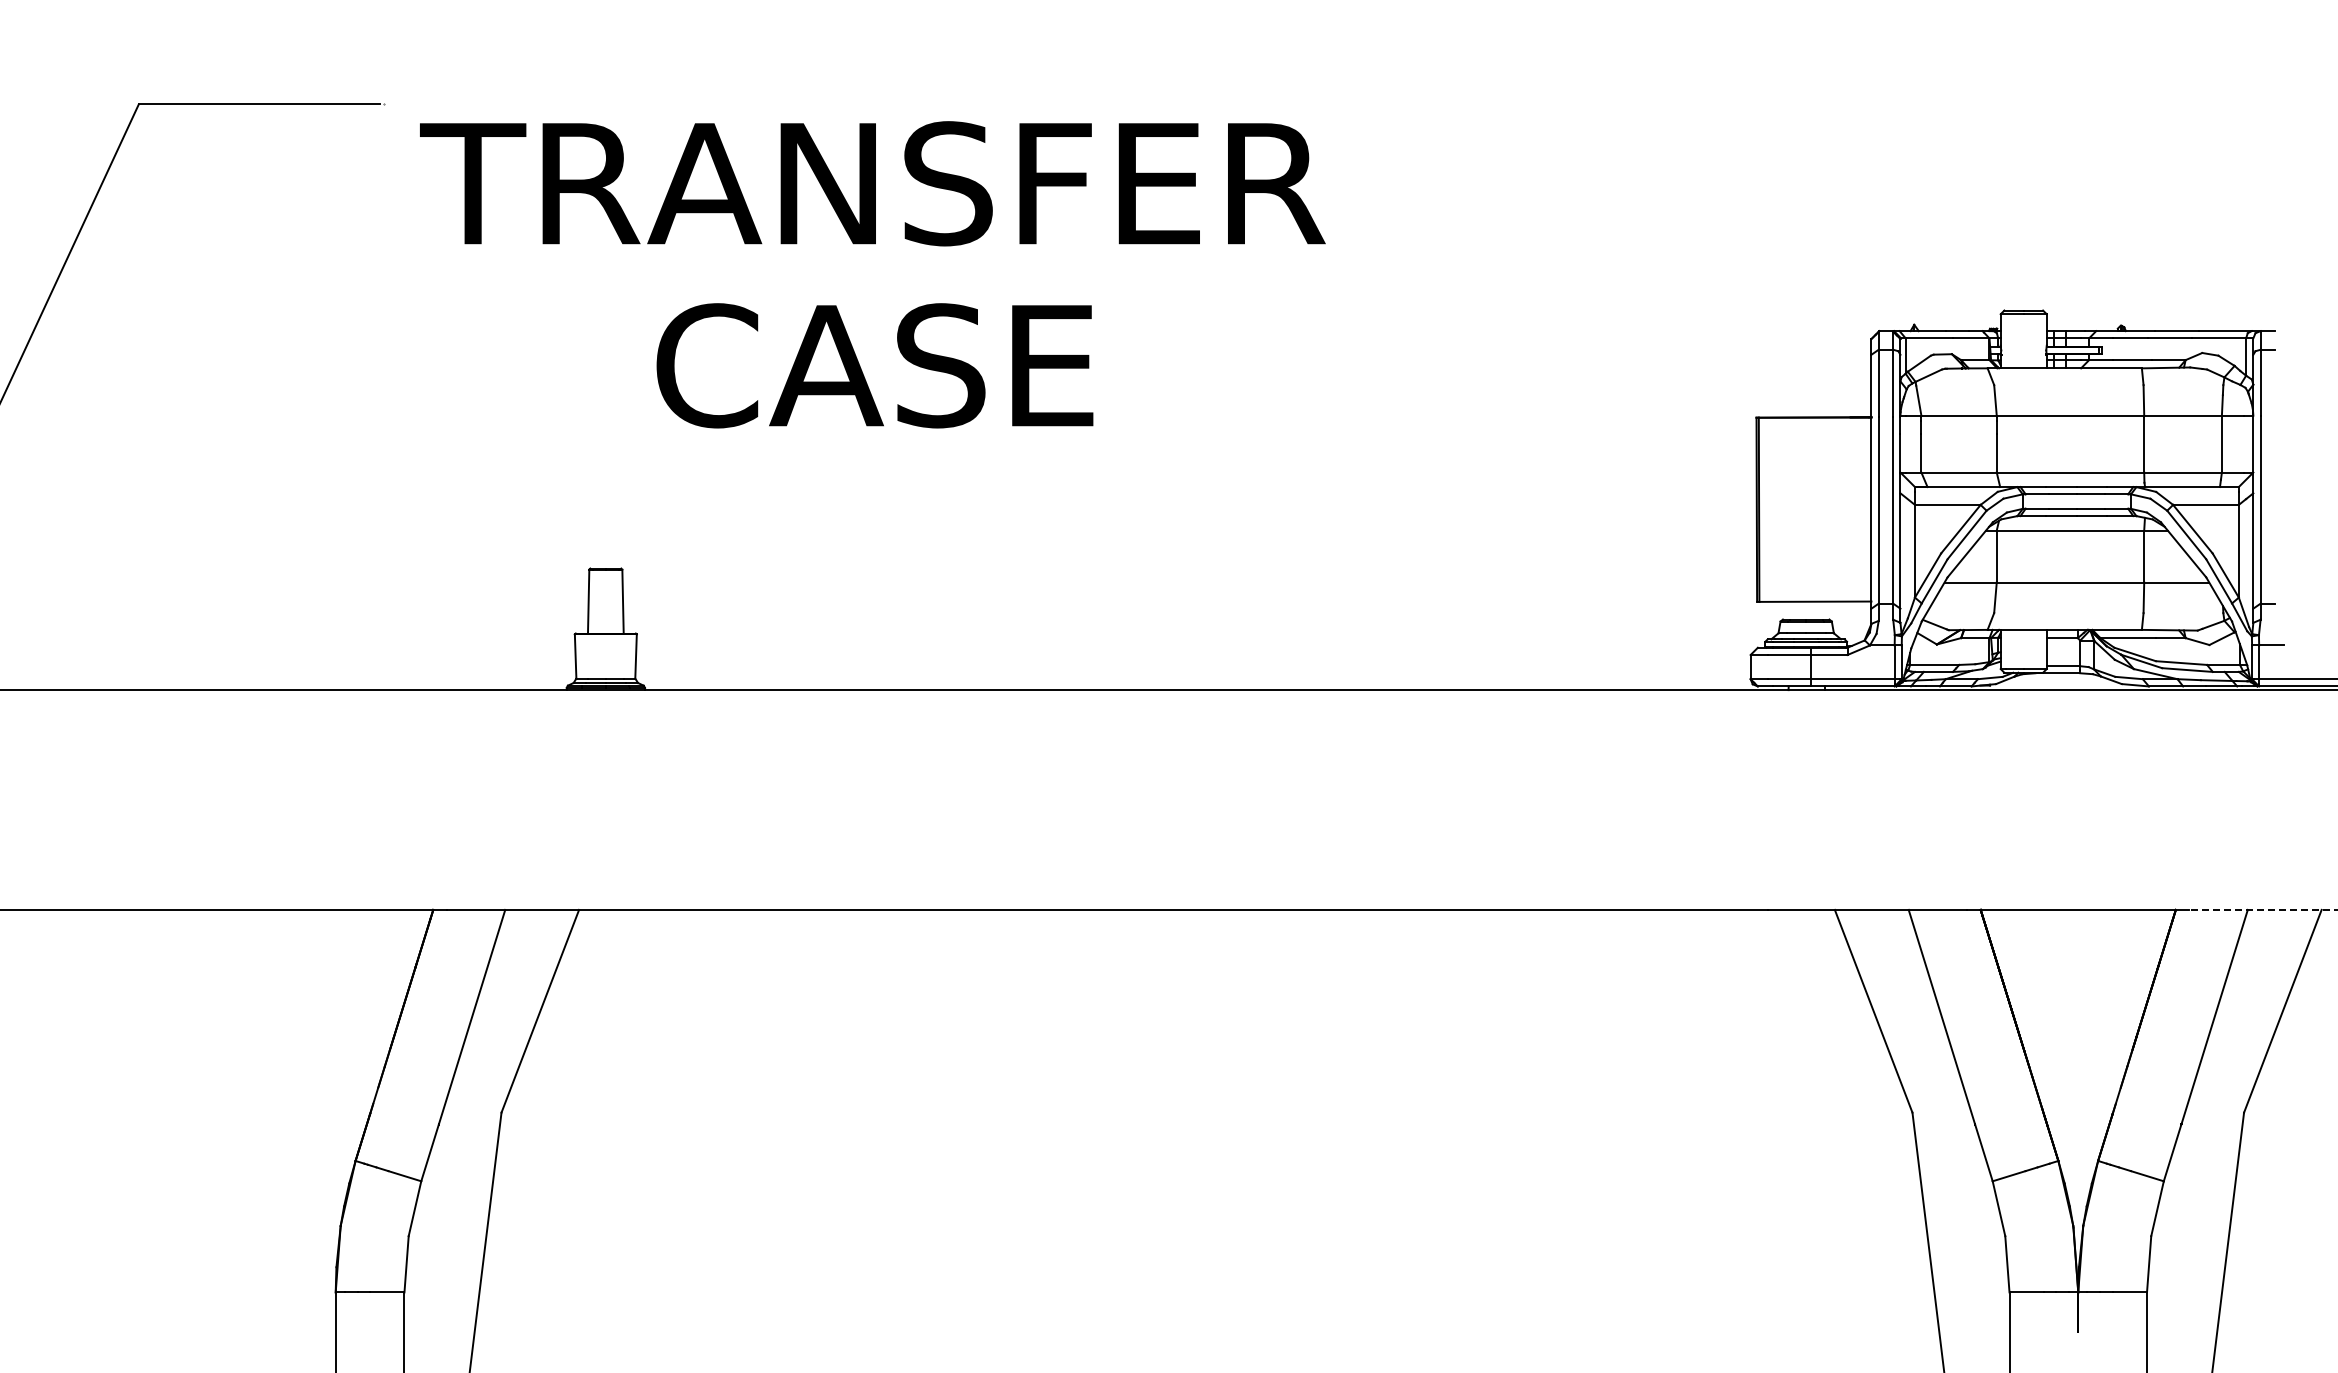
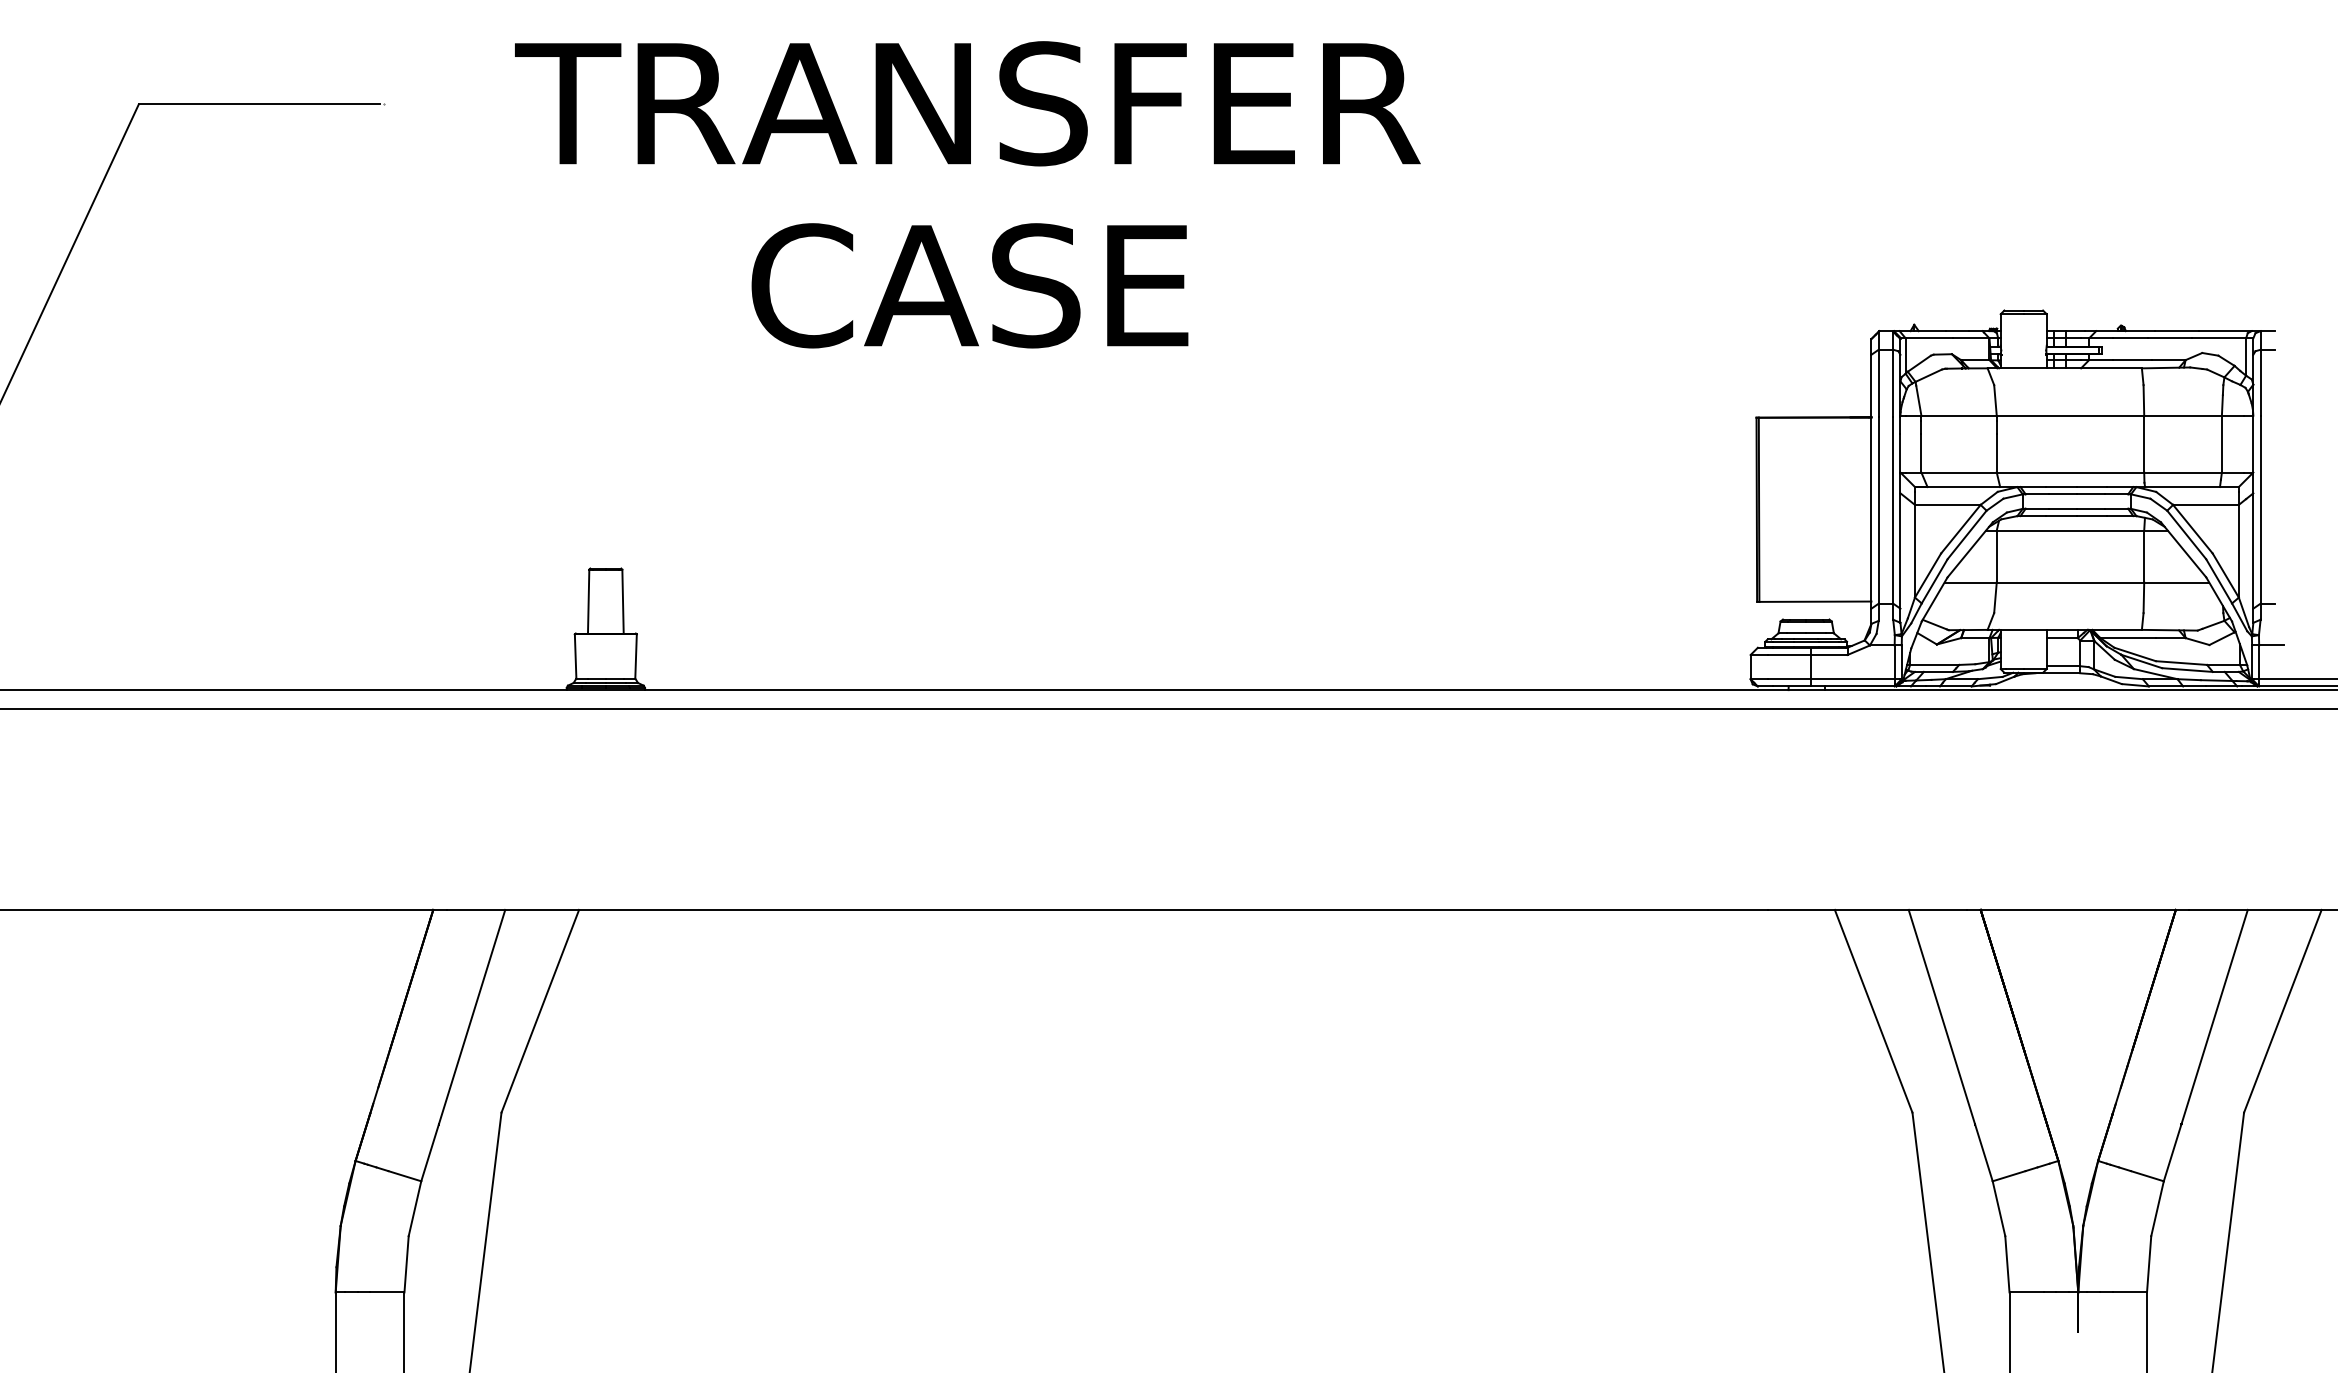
text at (872, 274) position: (872, 274) -> (967, 194)
line at (1168, 709): none -> present
line at (2263, 909): dashed -> solid
